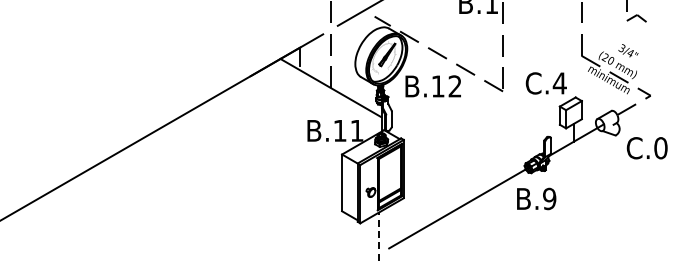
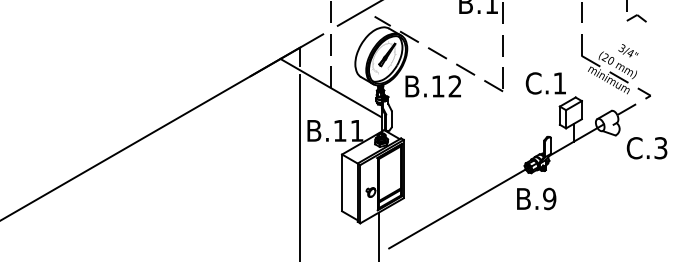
text at (559, 83): C.4 -> C.1
text at (660, 148): C.0 -> C.3
line at (300, 166): none -> present
line at (378, 236): dashed -> solid
